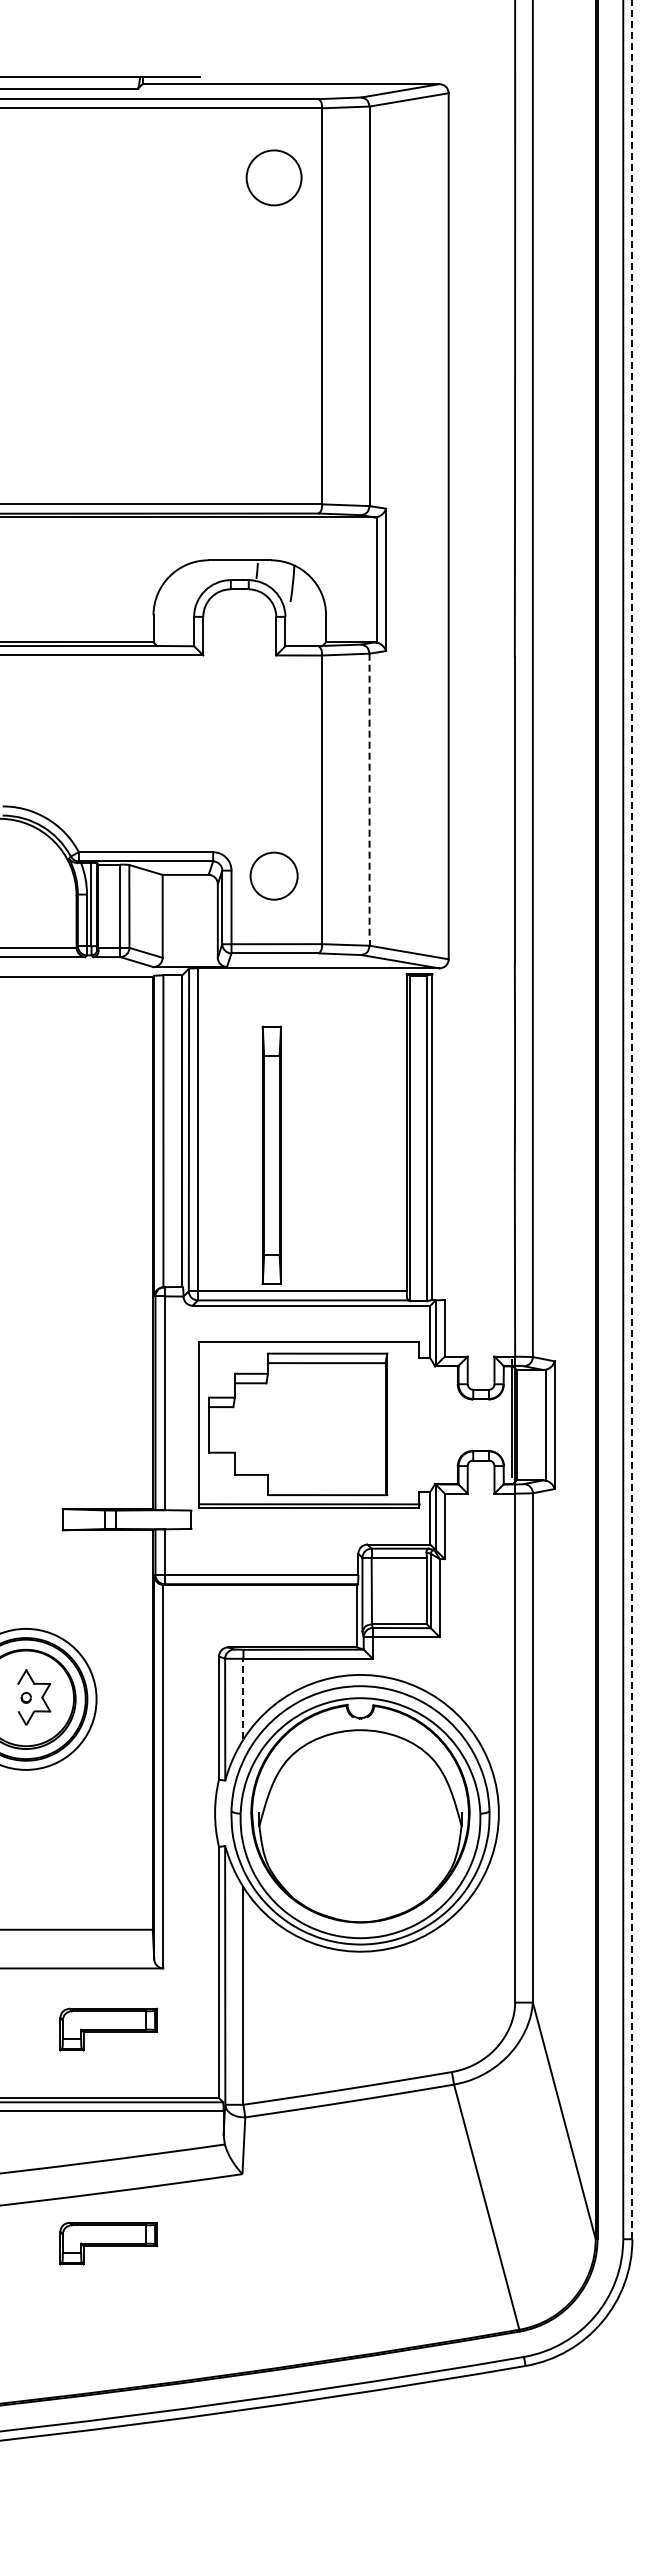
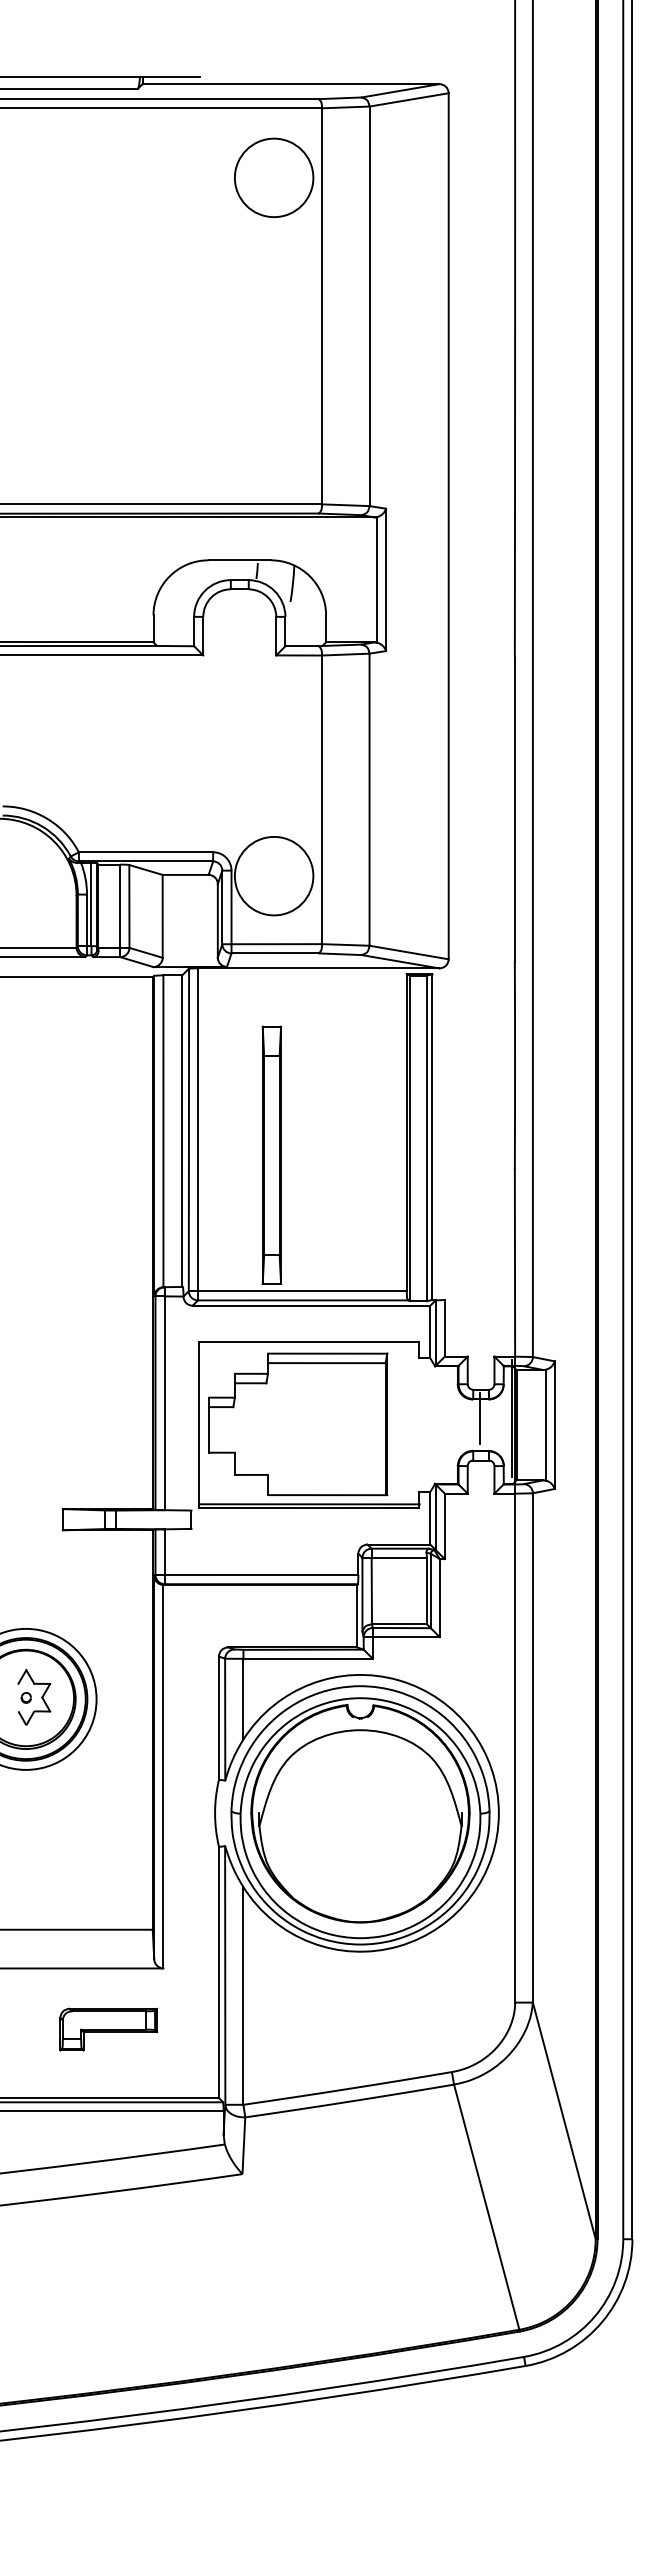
circle at (273, 177) diameter: 55 px -> 78 px
line at (369, 800): dashed -> solid
circle at (273, 875) diameter: 47 px -> 78 px
line at (632, 1119): dashed -> solid
line at (479, 1418): none -> present
line at (243, 1698): dashed -> solid
part at (108, 2243): present -> none
